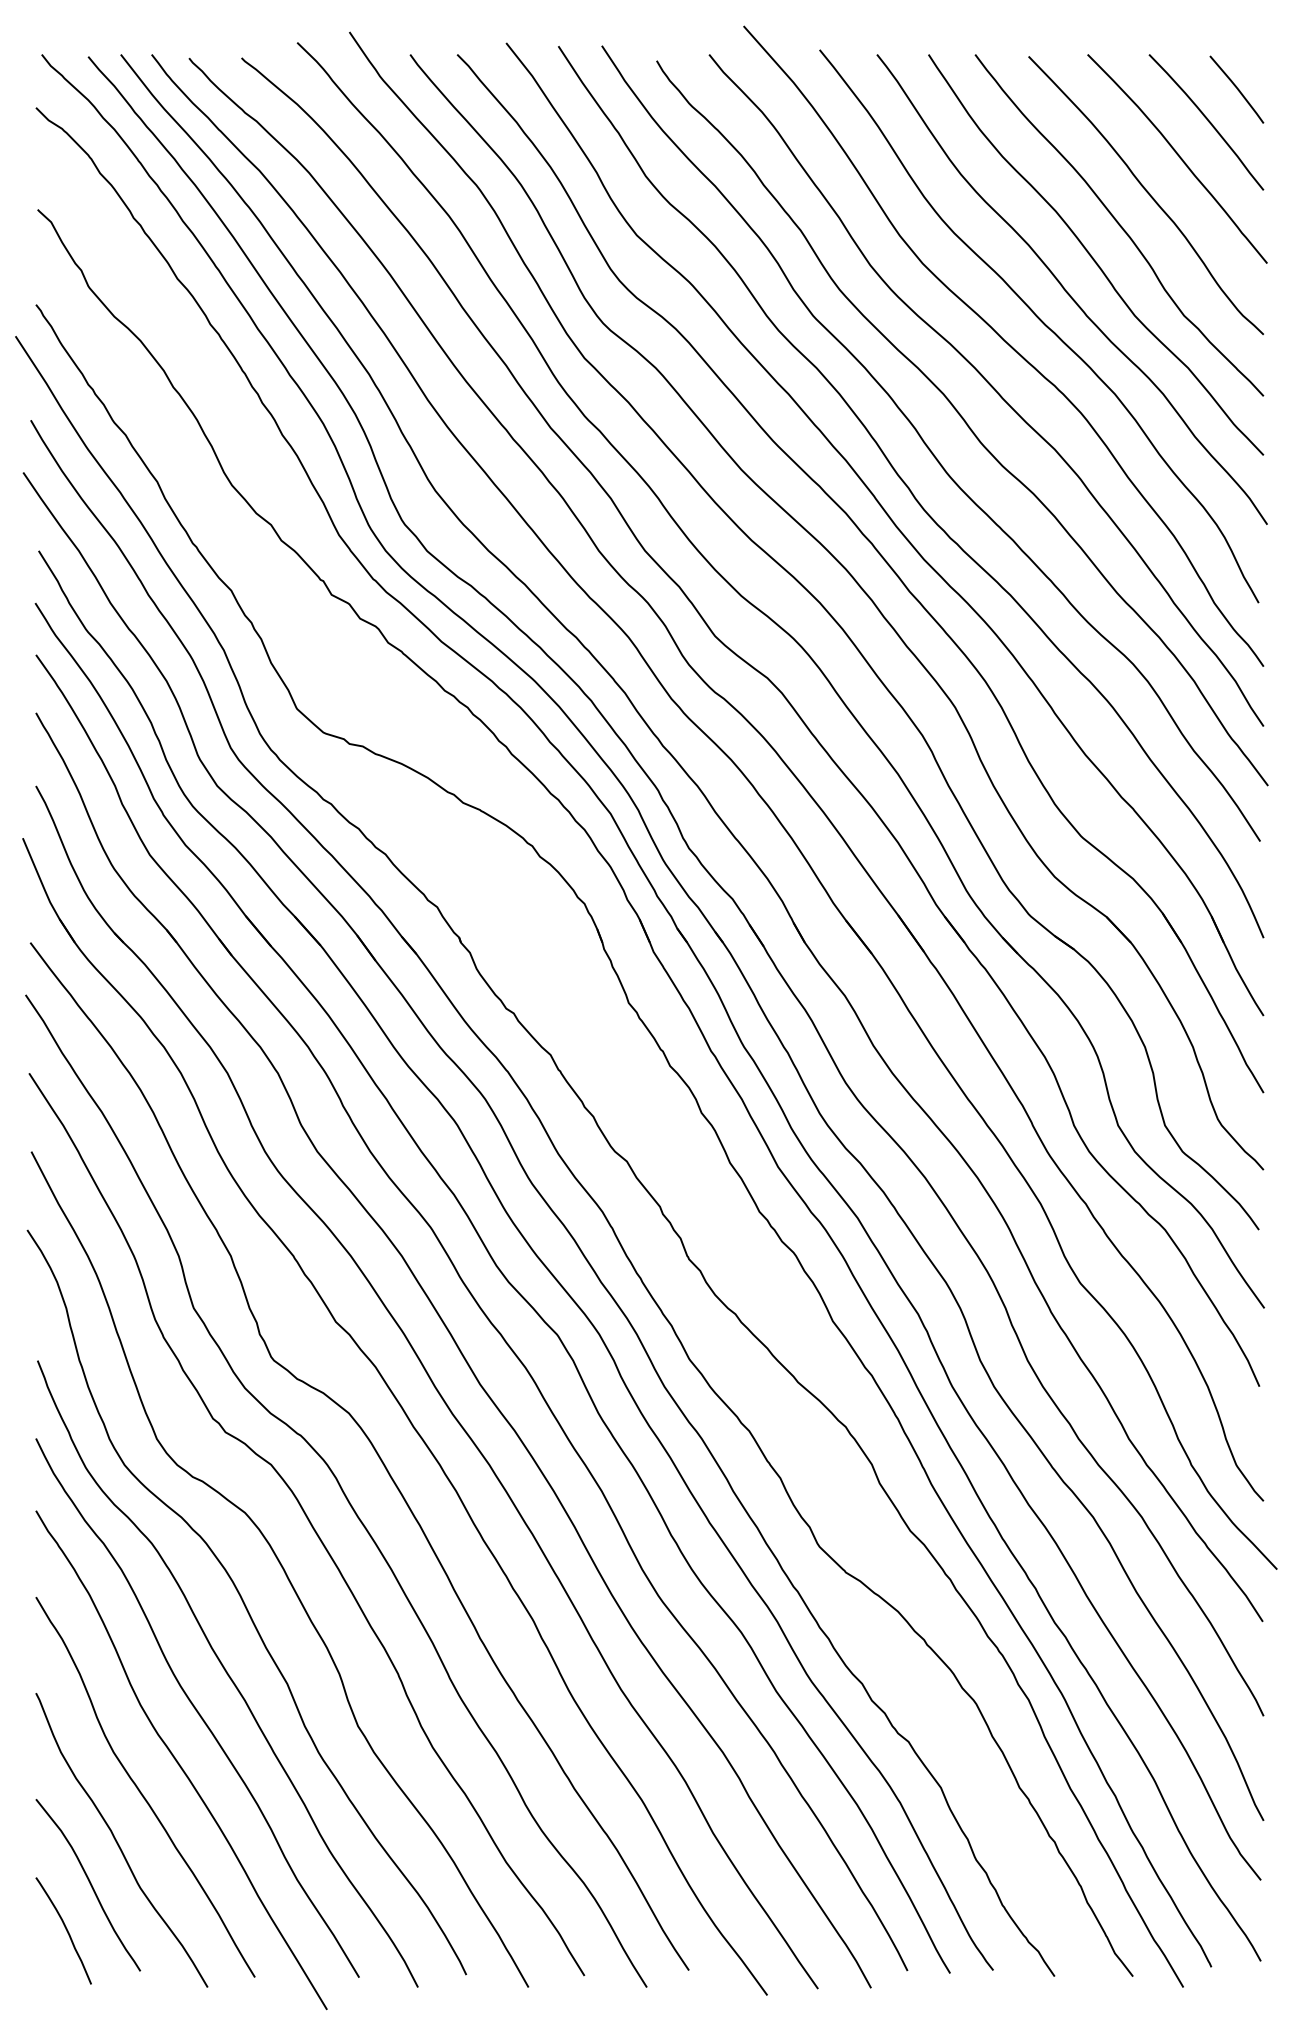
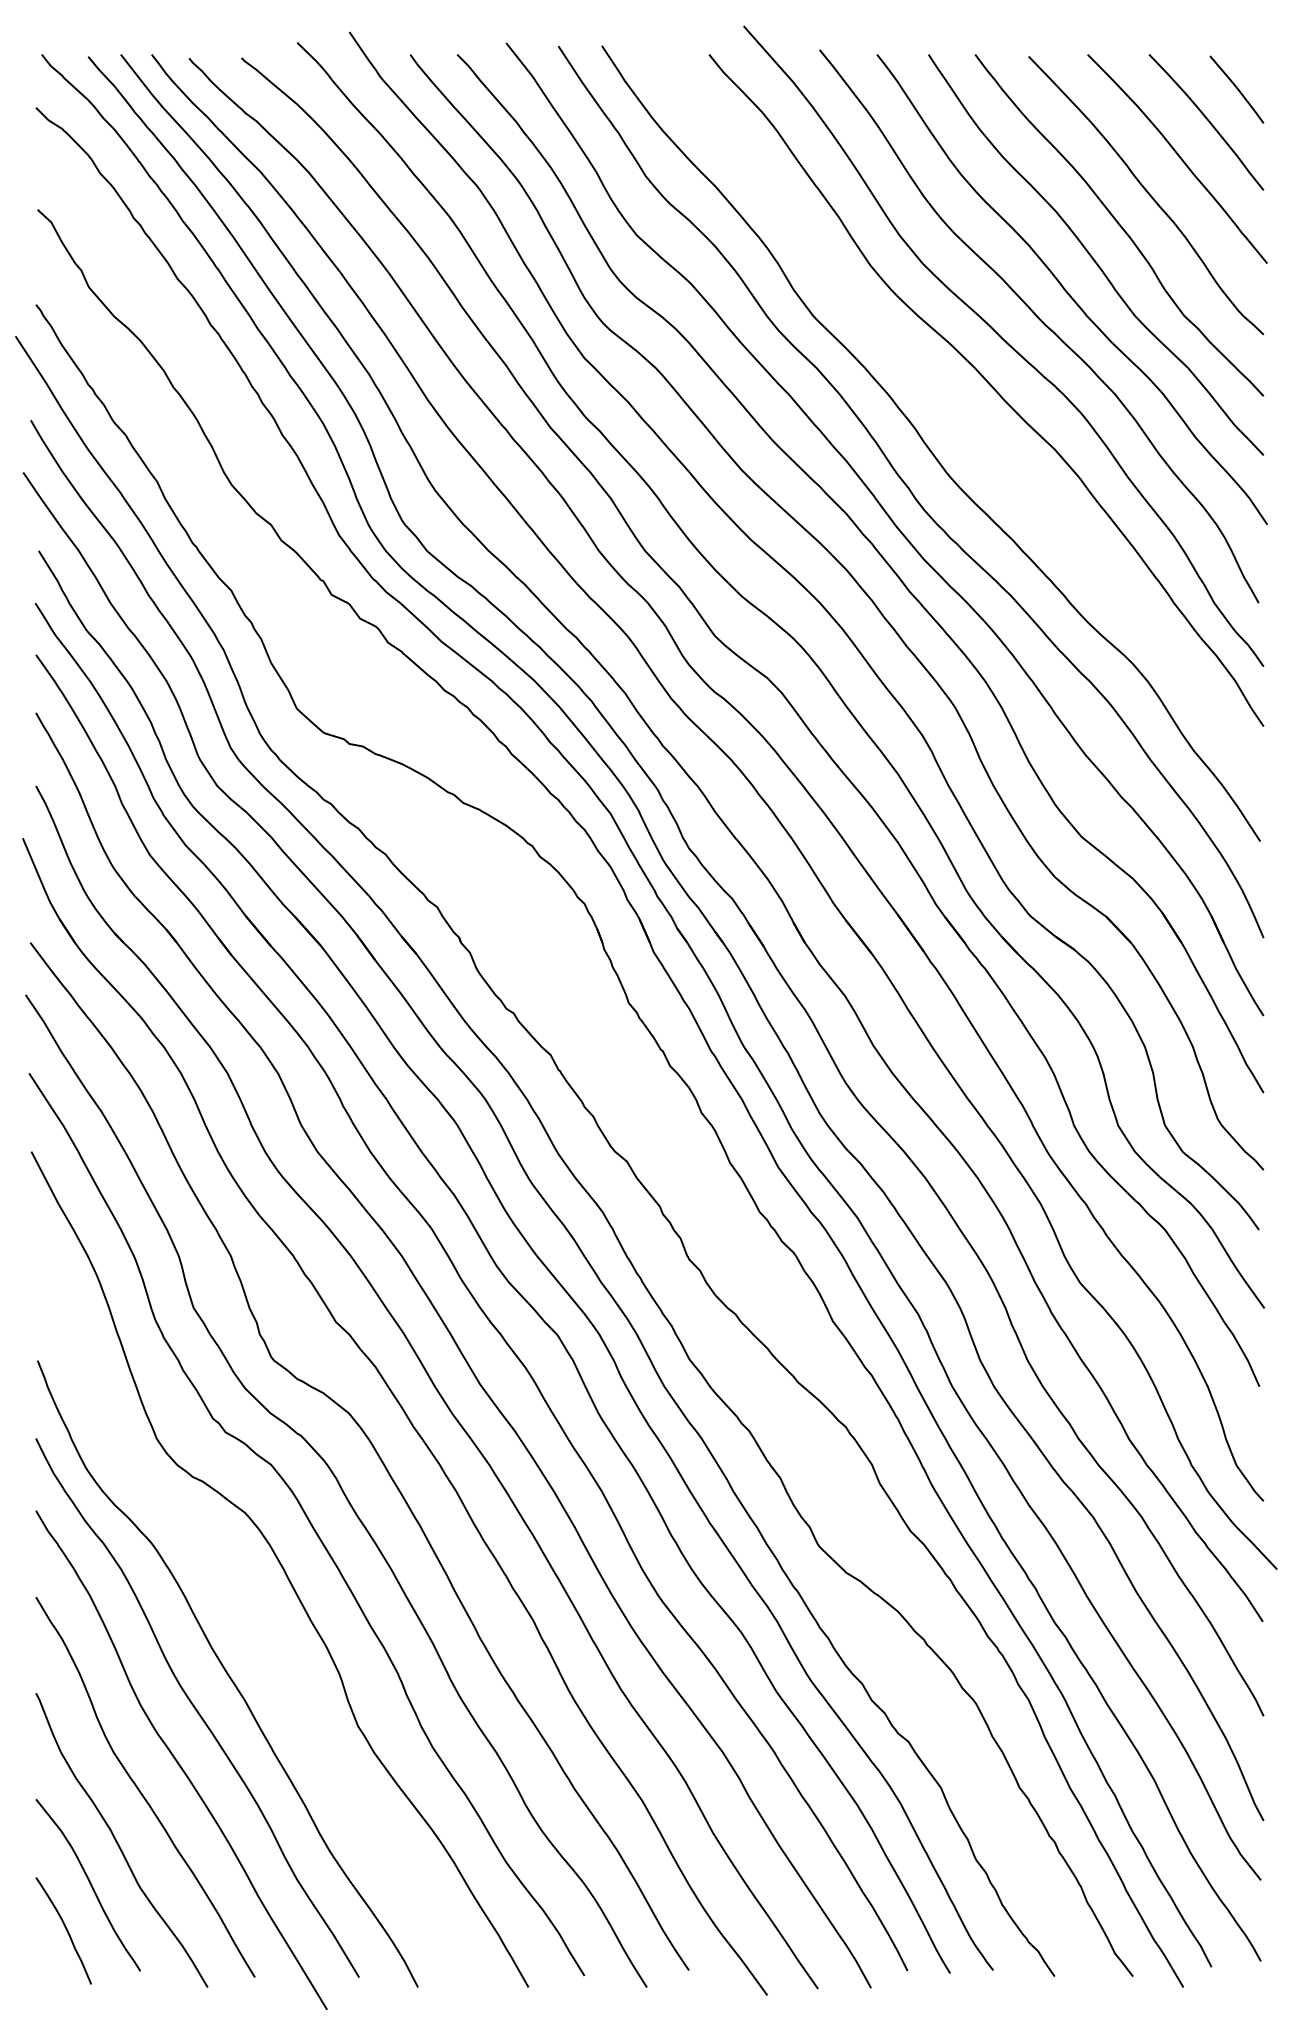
curve at (963, 421): present -> none
curve at (245, 1603): present -> none
